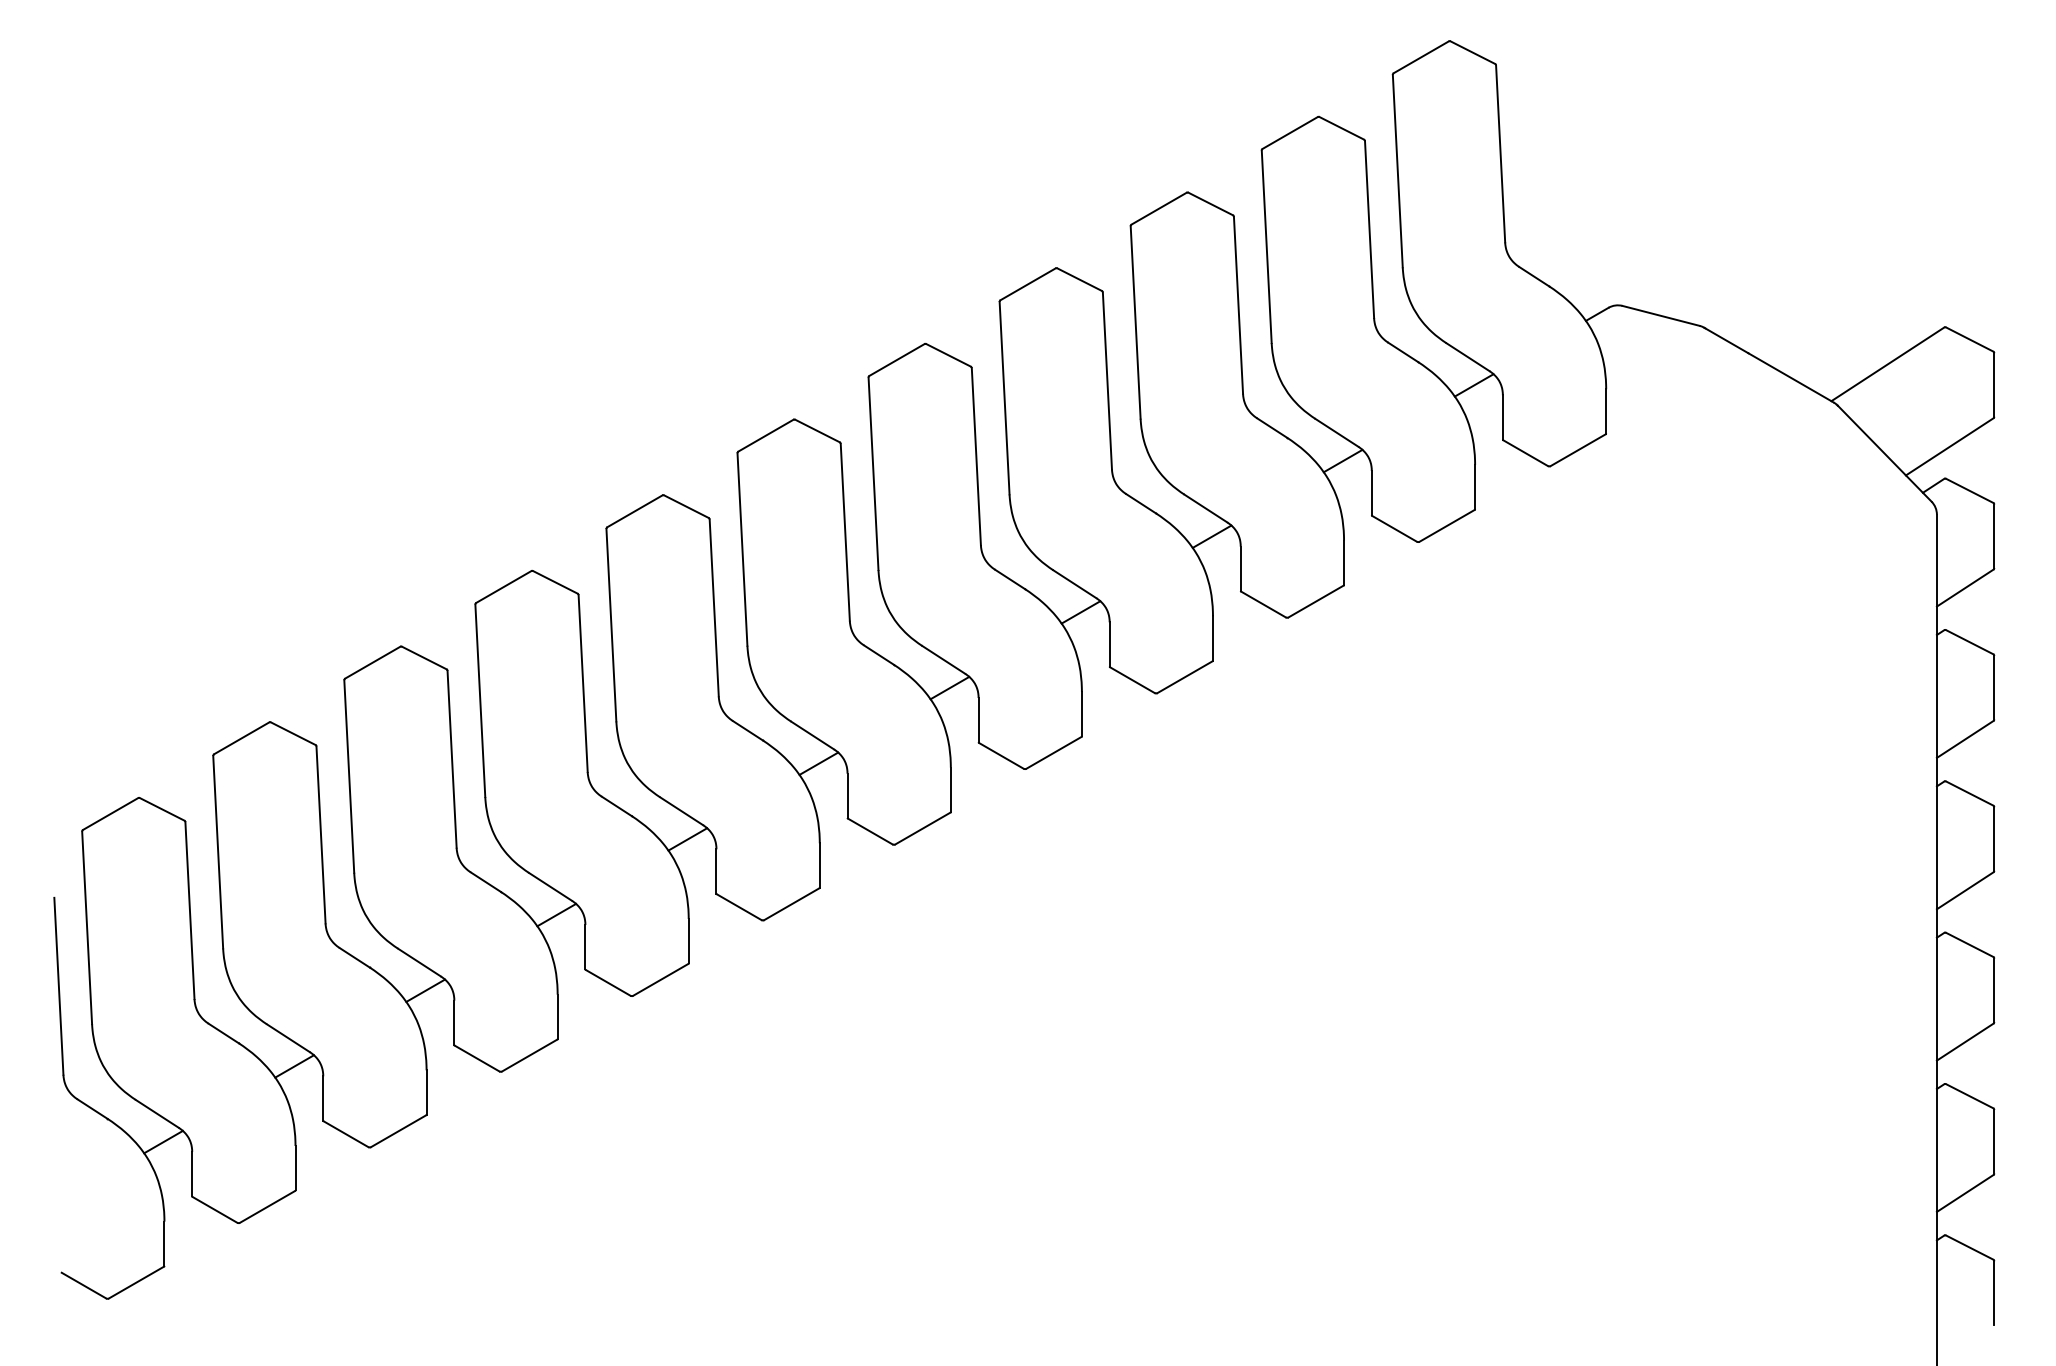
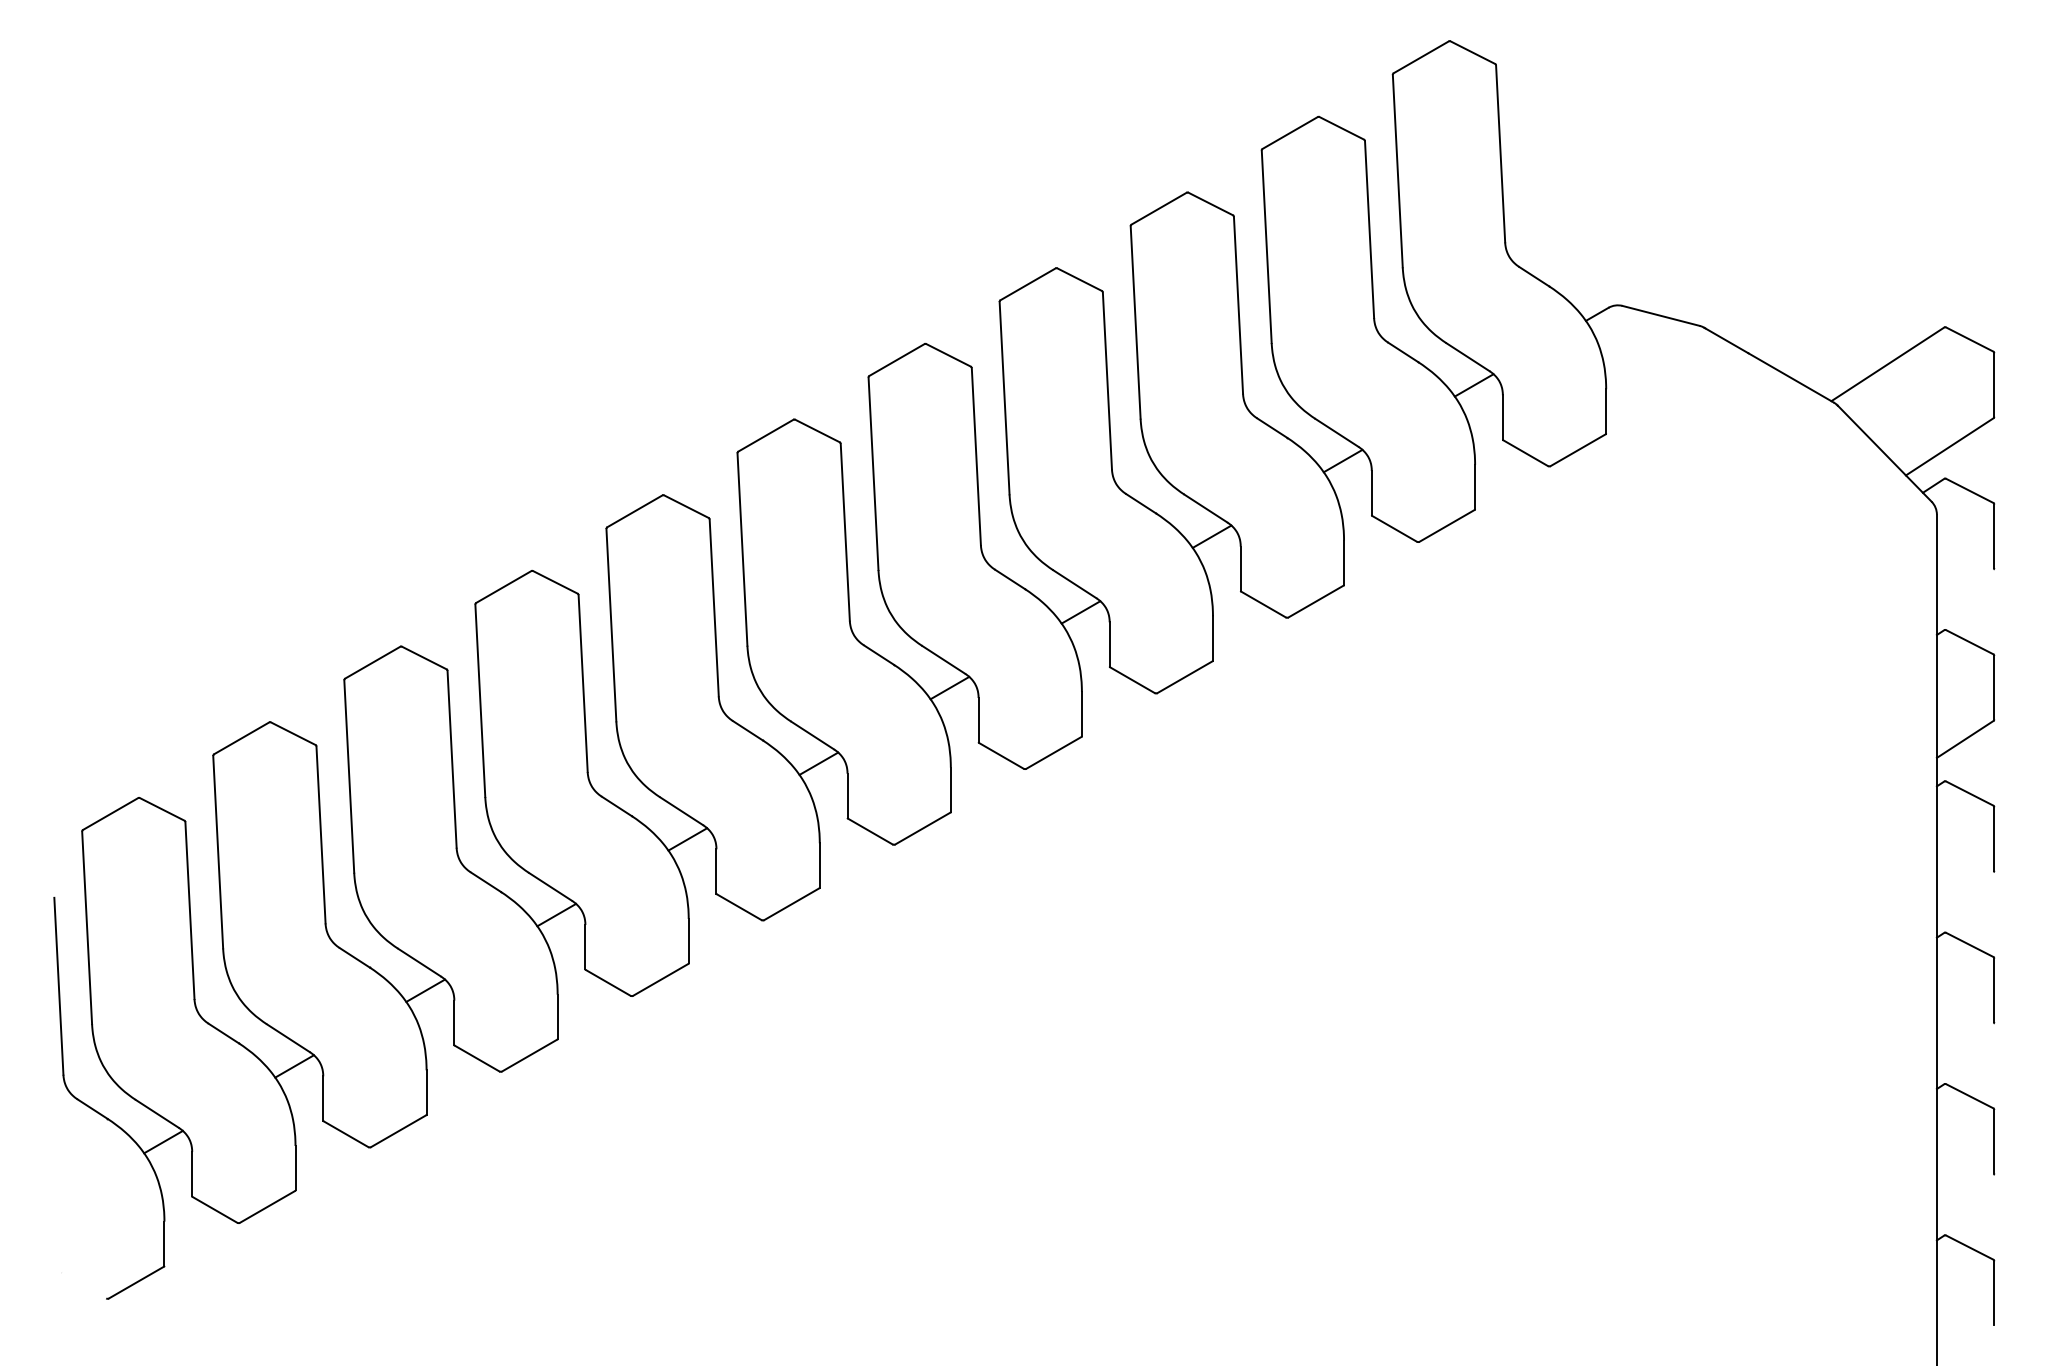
line at (1964, 587): present -> none
line at (1964, 890): present -> none
line at (1964, 1041): present -> none
line at (1964, 1193): present -> none
line at (83, 1285): present -> none
